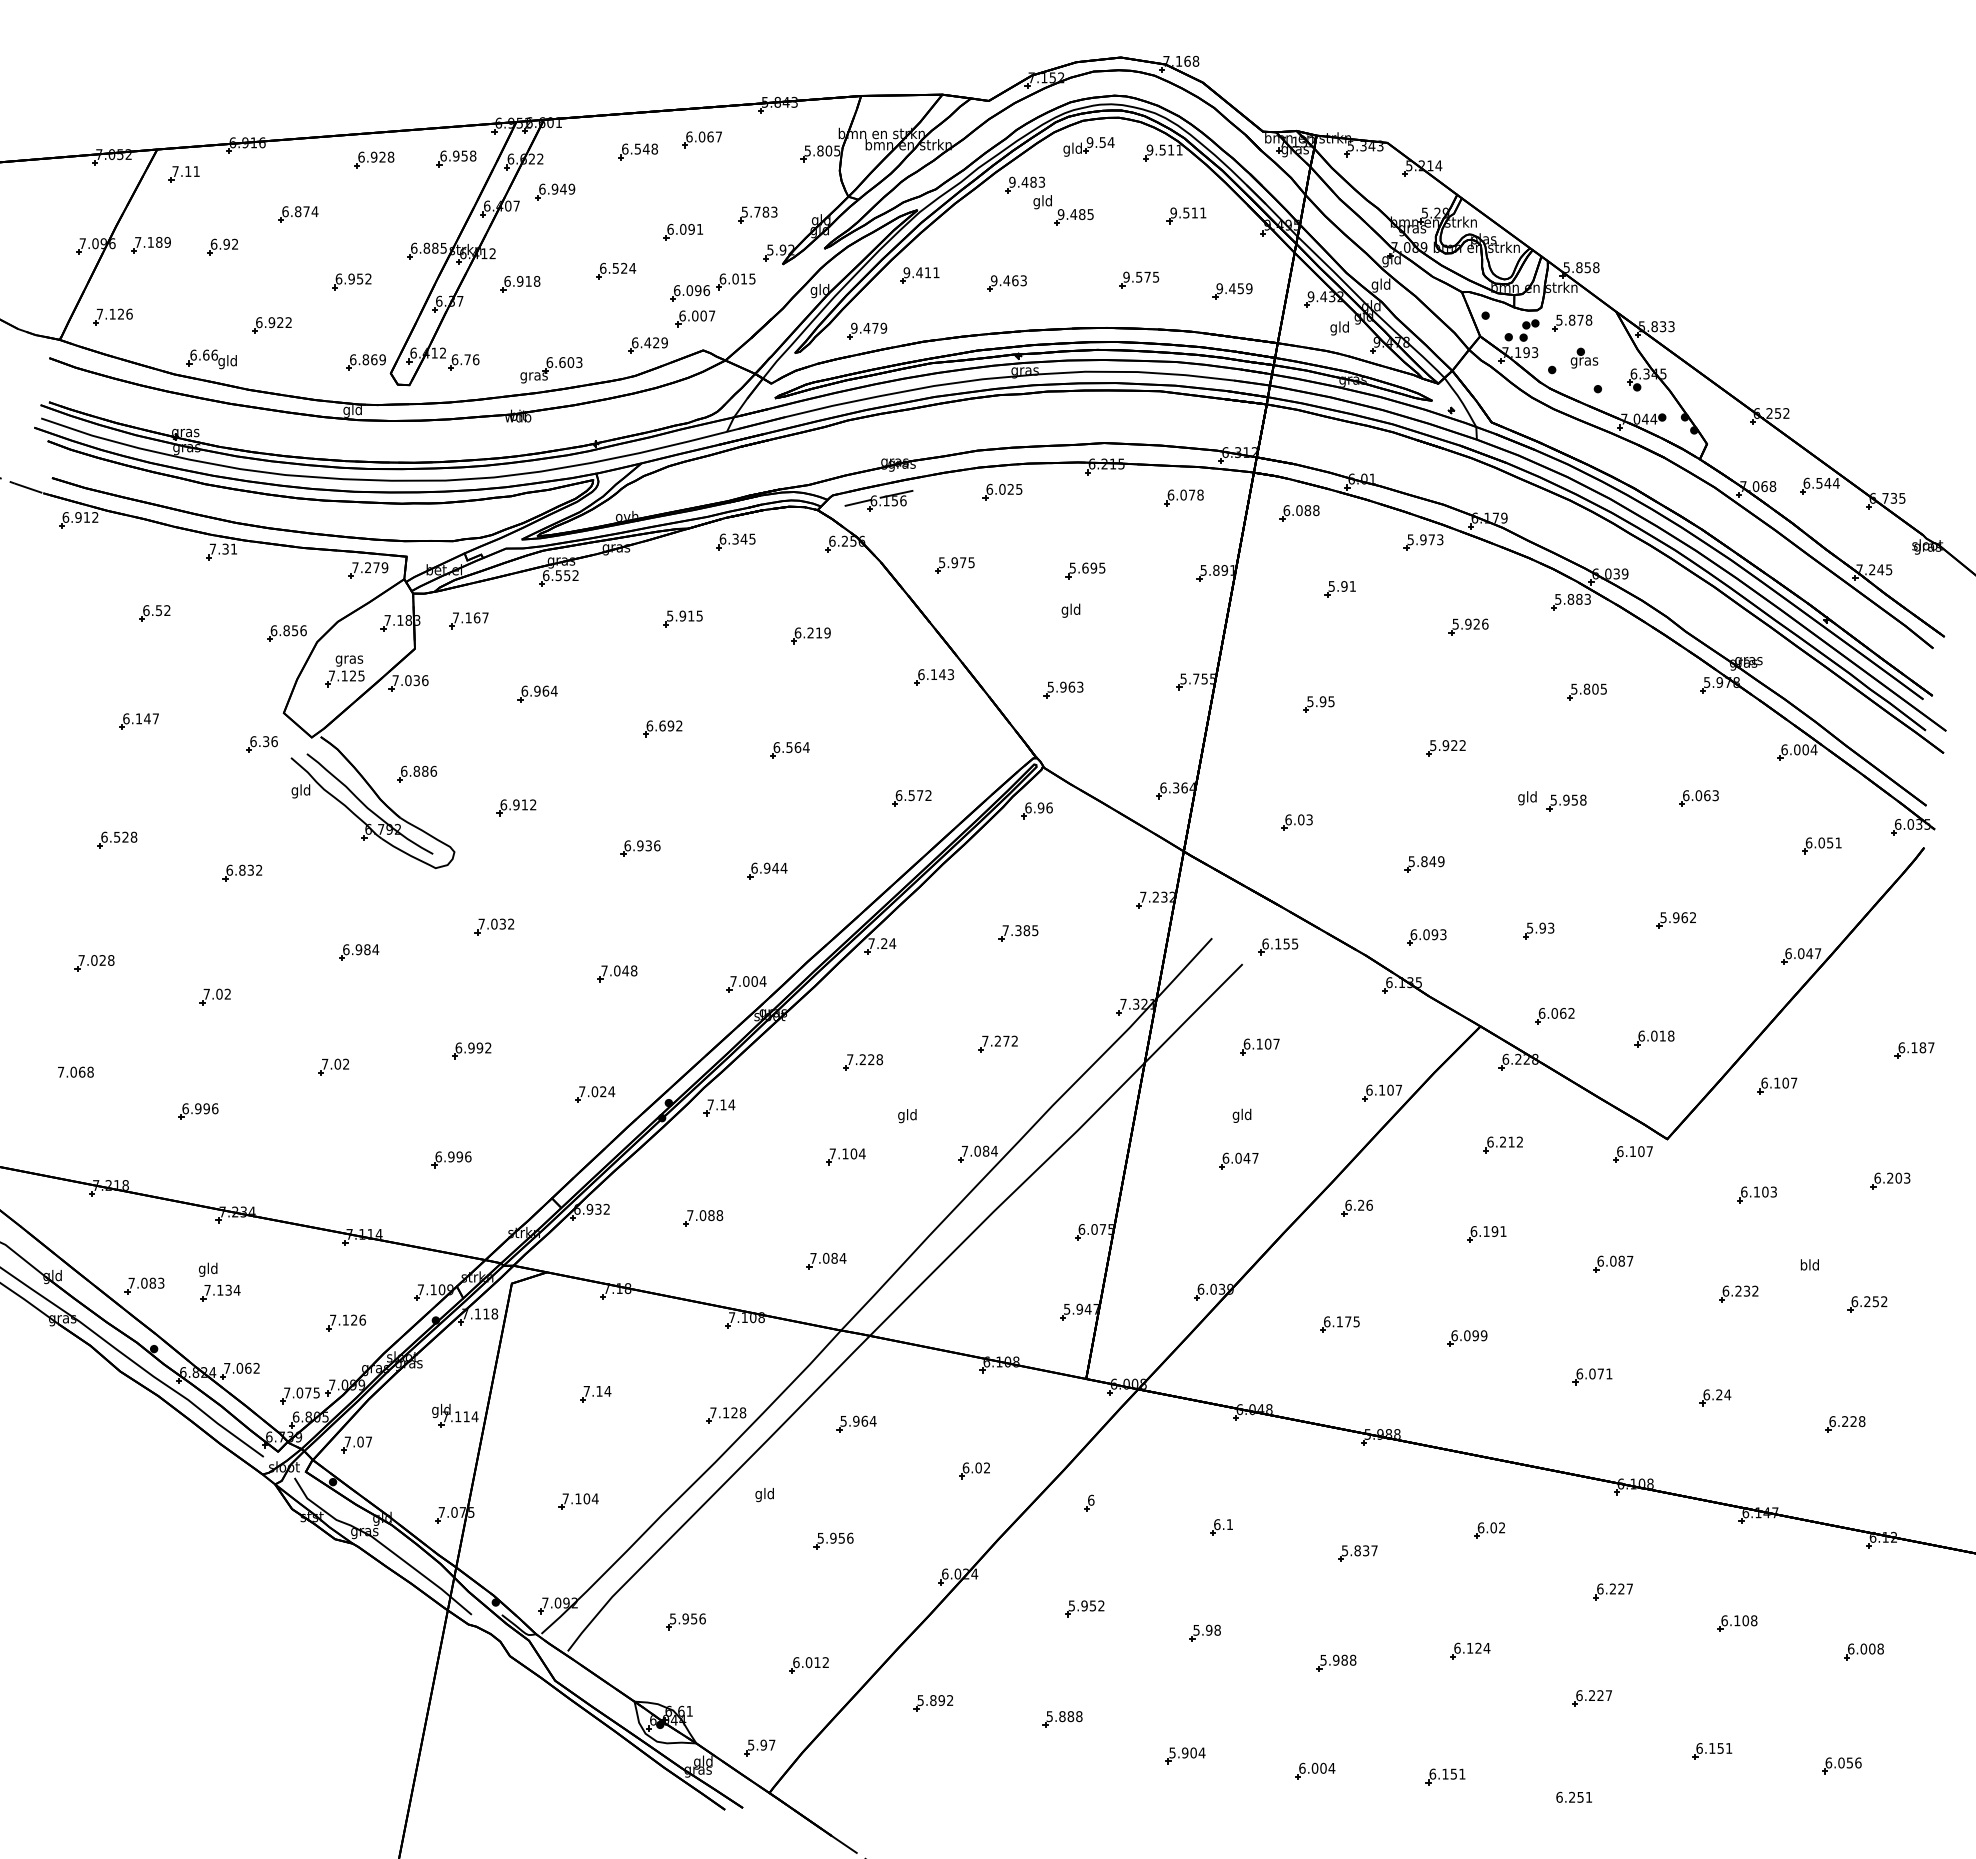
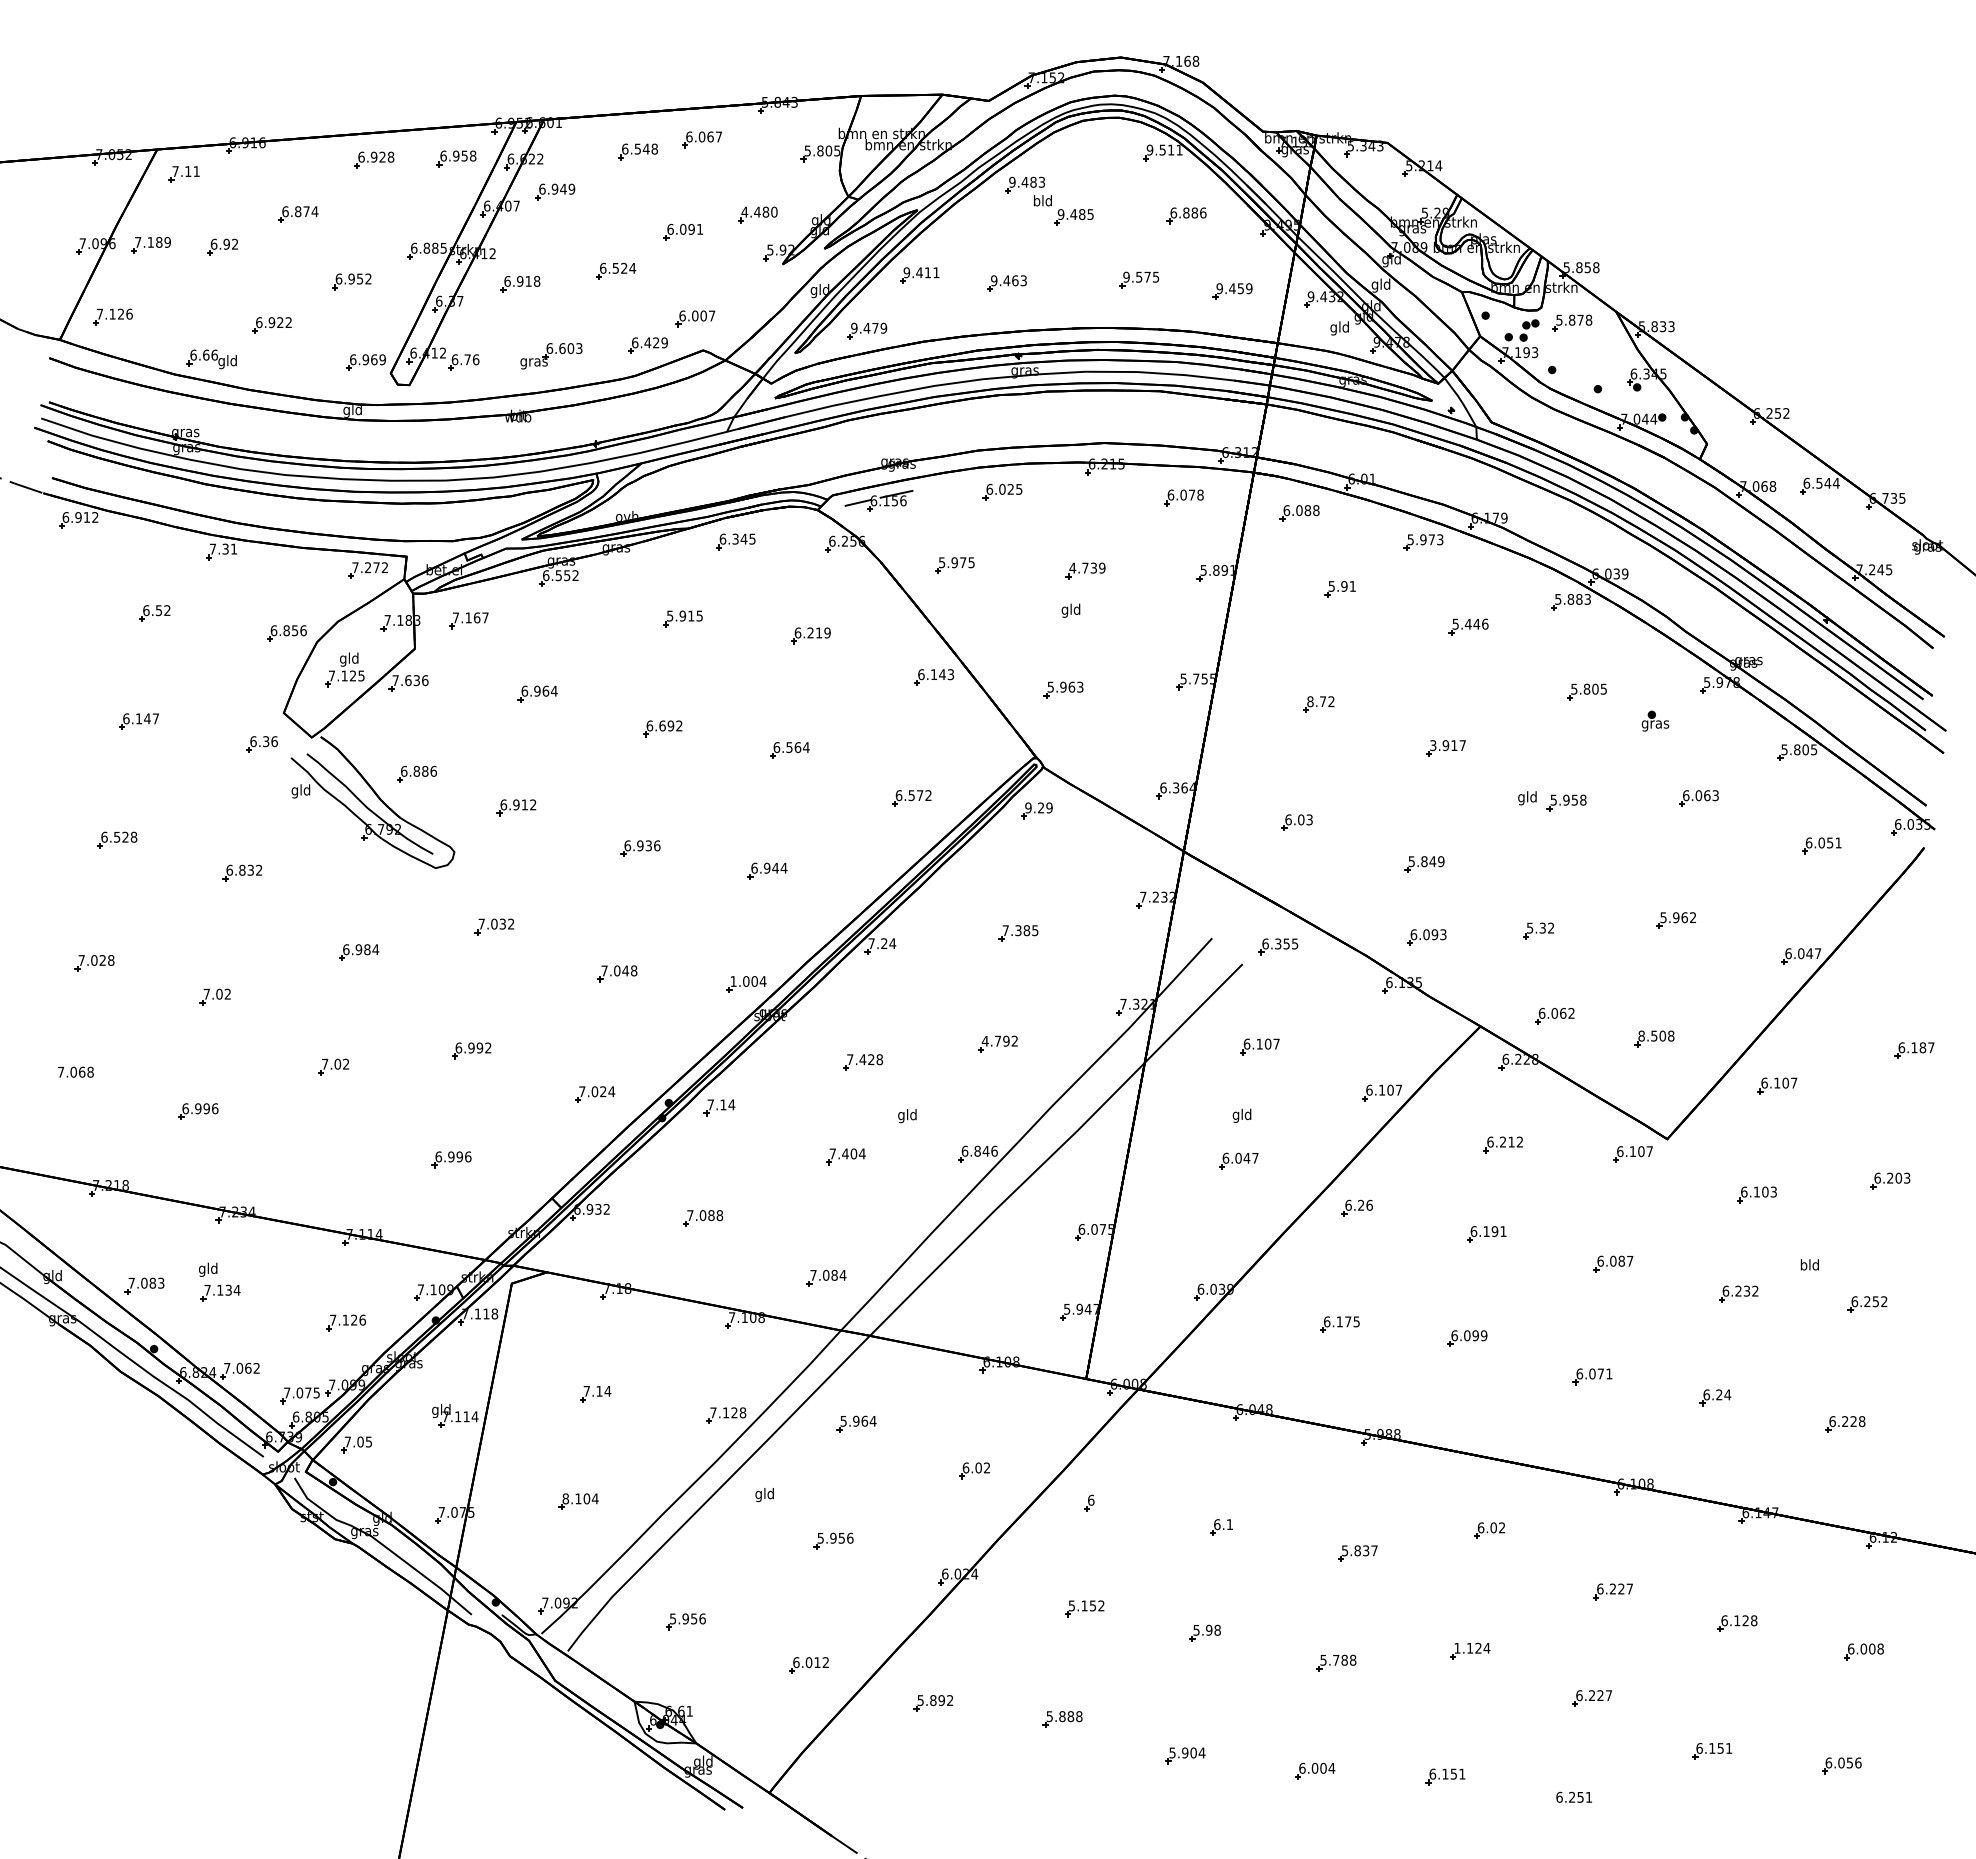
part at (1088, 146): present -> none
text at (1036, 202): gld -> bld
text at (759, 211): 5.783 -> 4.480
text at (1188, 212): 9.511 -> 6.886
part at (712, 287): present -> none
part at (1584, 357) position: (1584, 357) -> (1655, 720)
text at (365, 359): 6.869 -> 6.969
part at (551, 370) position: (551, 370) -> (551, 356)
text at (384, 567): 7.279 -> 7.272
text at (1087, 567): 5.695 -> 4.739
text at (1472, 623): 5.926 -> 5.446
text at (349, 659): gras -> gld
text at (408, 680): 7.036 -> 7.636
text at (1320, 701): 5.95 -> 8.72
text at (1447, 745): 5.922 -> 3.917
text at (1799, 749): 6.004 -> 5.805
text at (1038, 807): 6.96 -> 9.29
text at (1546, 927): 5.93 -> 5.32
text at (1278, 943): 6.155 -> 6.355
text at (733, 981): 7.004 -> 1.004
text at (1652, 1035): 6.018 -> 8.508
text at (995, 1040): 7.272 -> 4.792
text at (862, 1059): 7.228 -> 7.428
text at (979, 1150): 7.084 -> 6.846
text at (845, 1153): 7.104 -> 7.404
part at (826, 1260) position: (826, 1260) -> (826, 1277)
text at (368, 1441): 7.07 -> 7.05
text at (565, 1498): 7.104 -> 8.104
text at (1084, 1605): 5.952 -> 5.152
text at (1745, 1620): 6.108 -> 6.128
text at (1457, 1647): 6.124 -> 1.124
text at (1336, 1659): 5.988 -> 5.788
part at (759, 1747): present -> none
